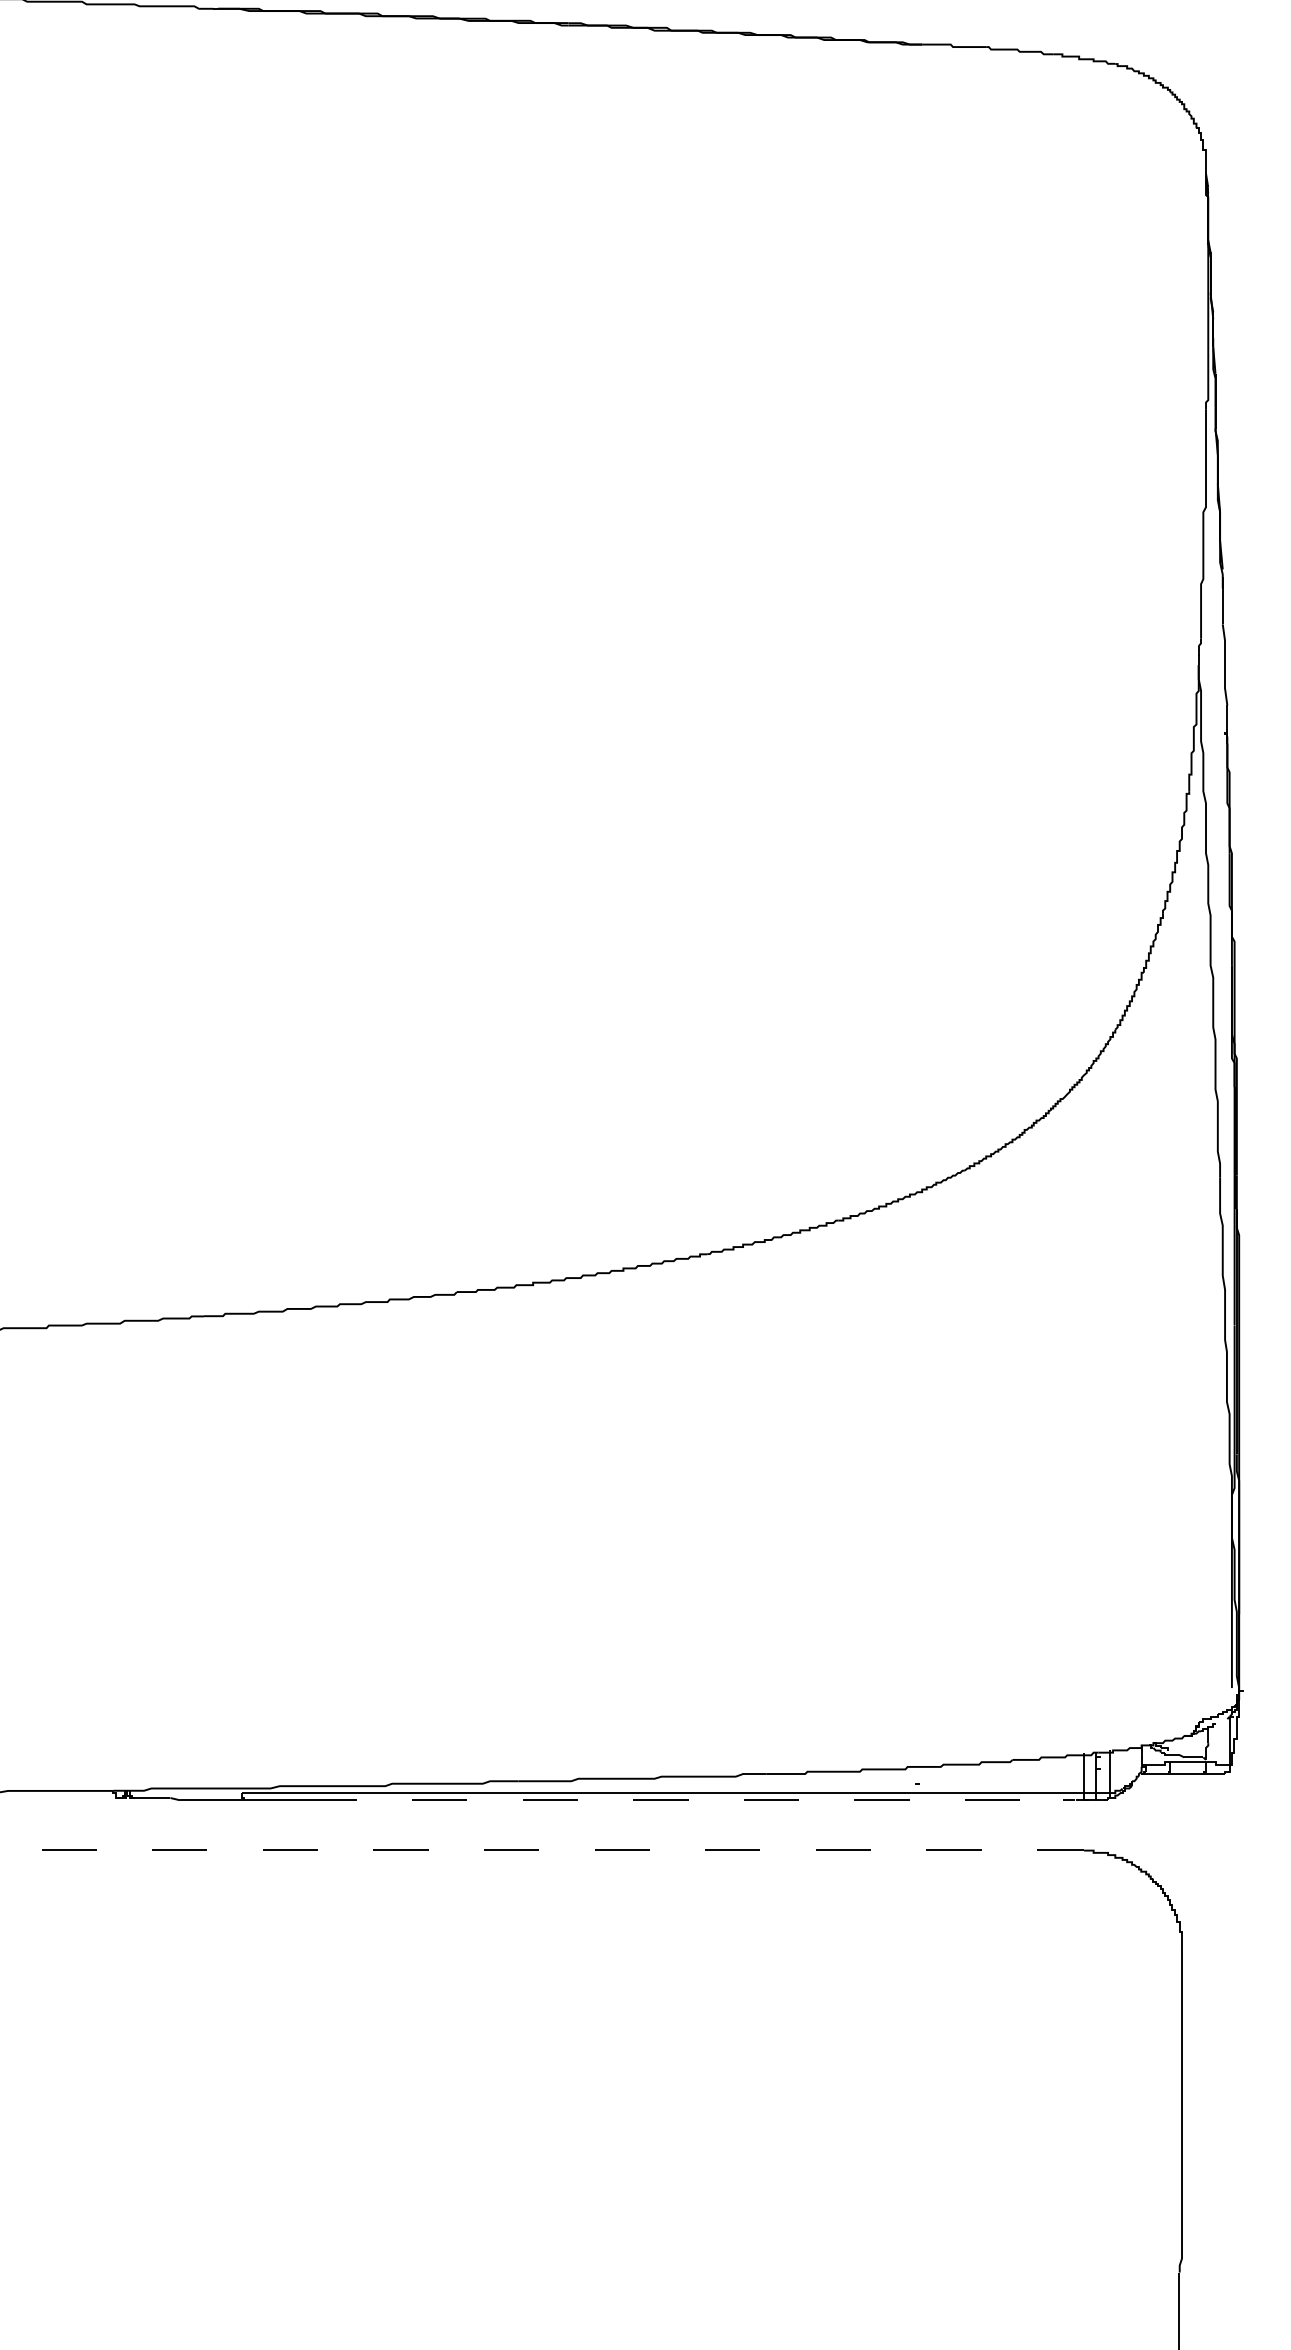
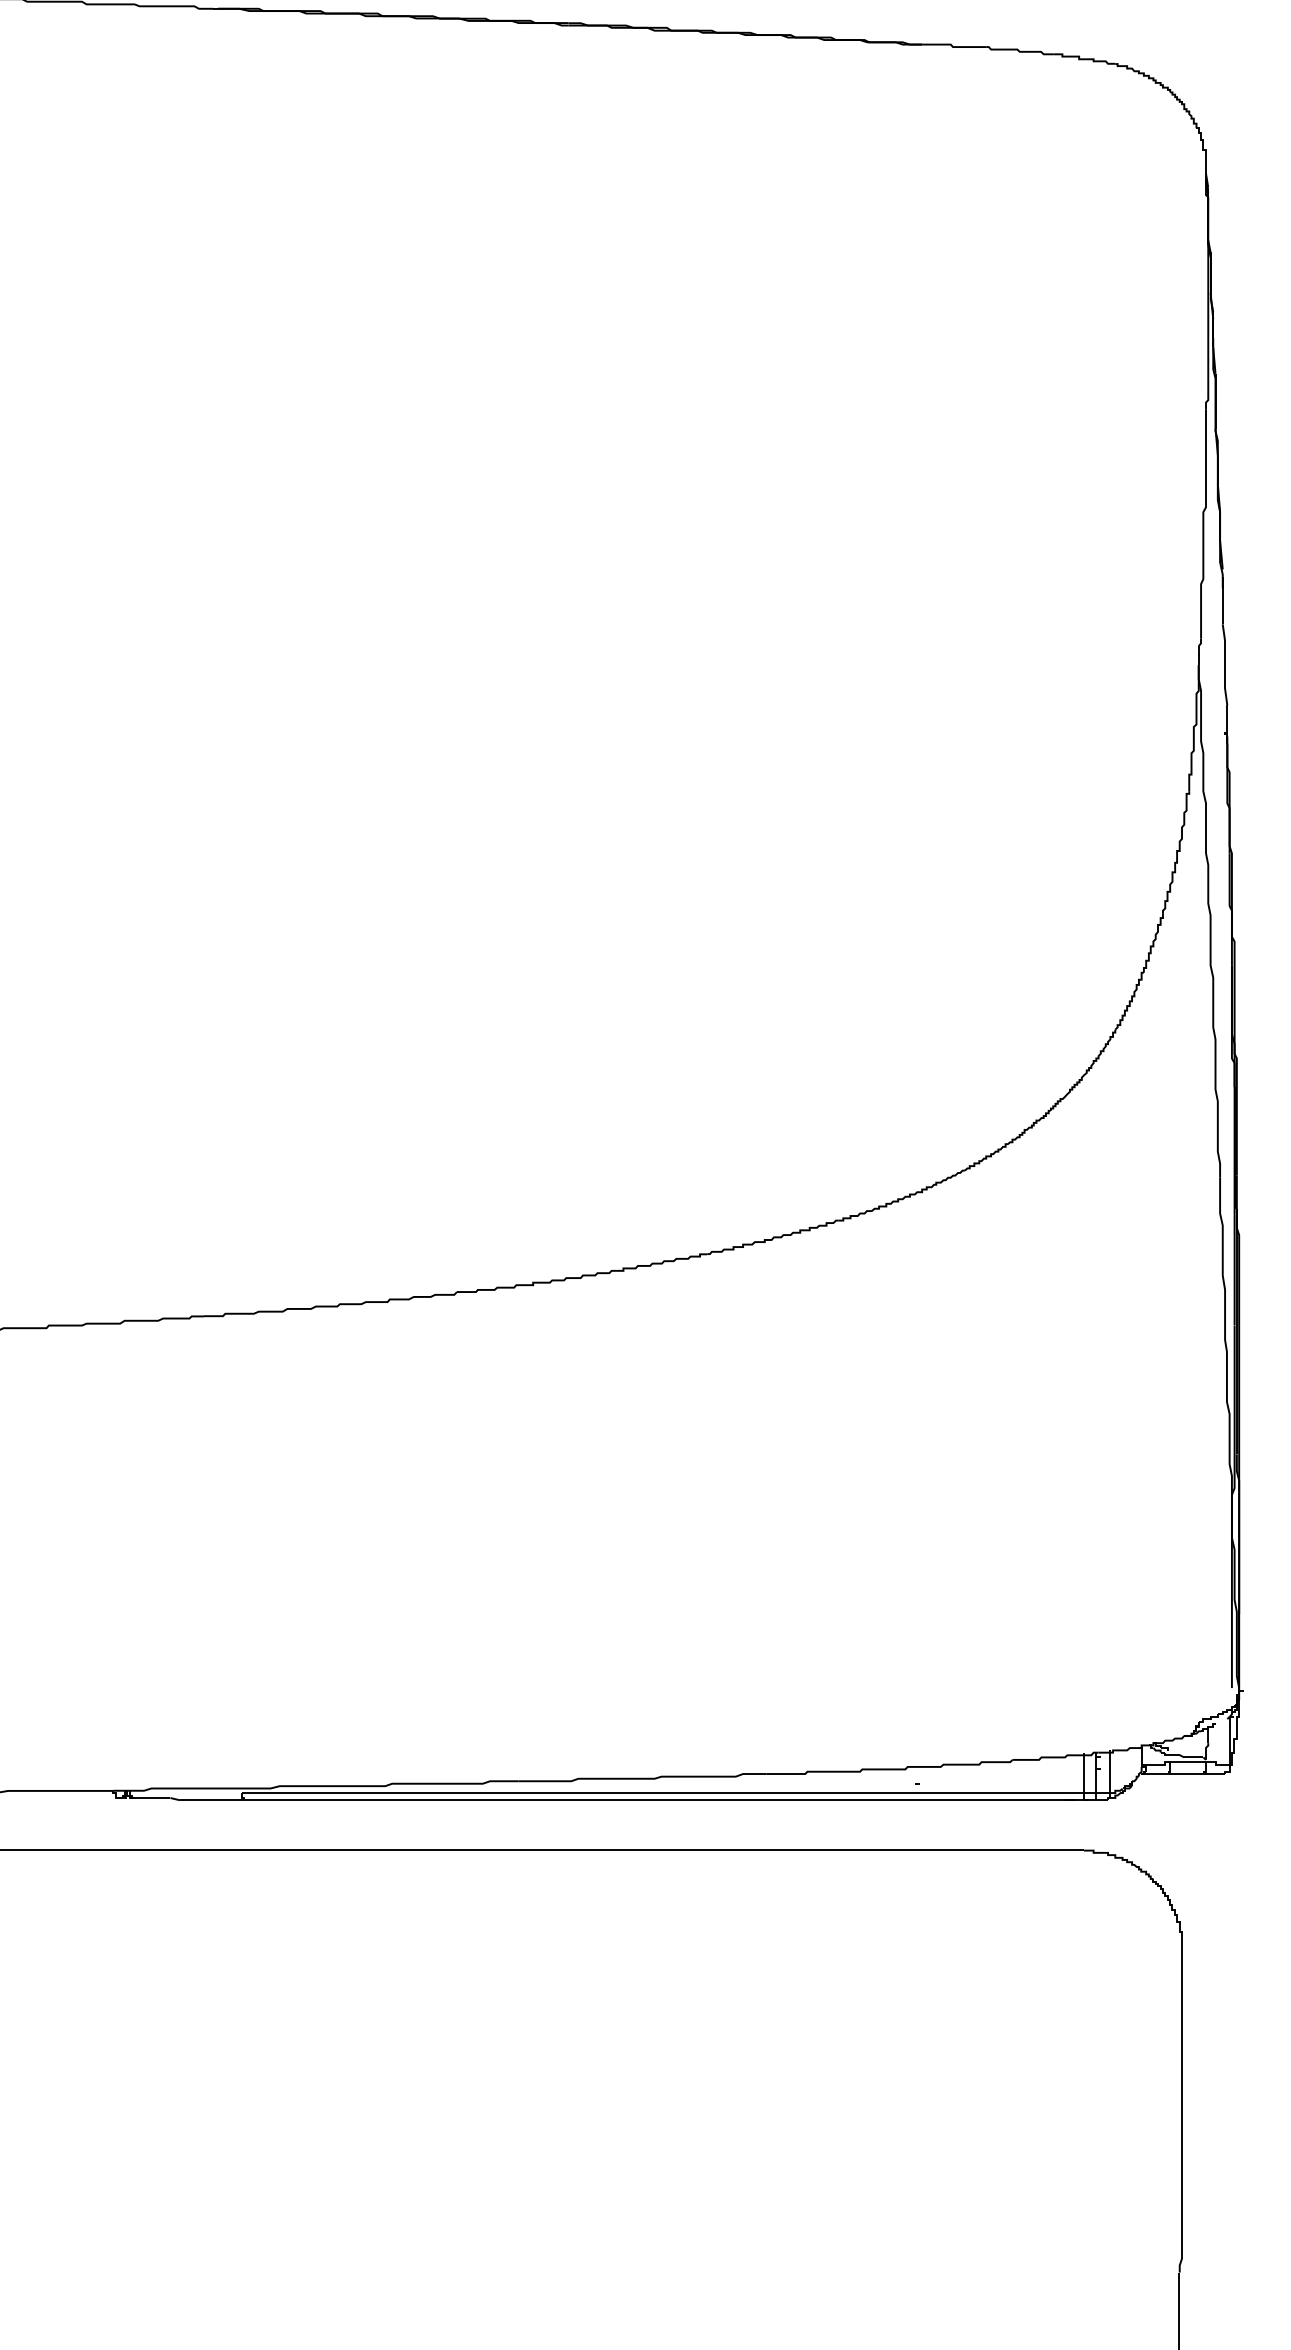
line at (699, 1800): dashed -> solid
line at (542, 1850): dashed -> solid
